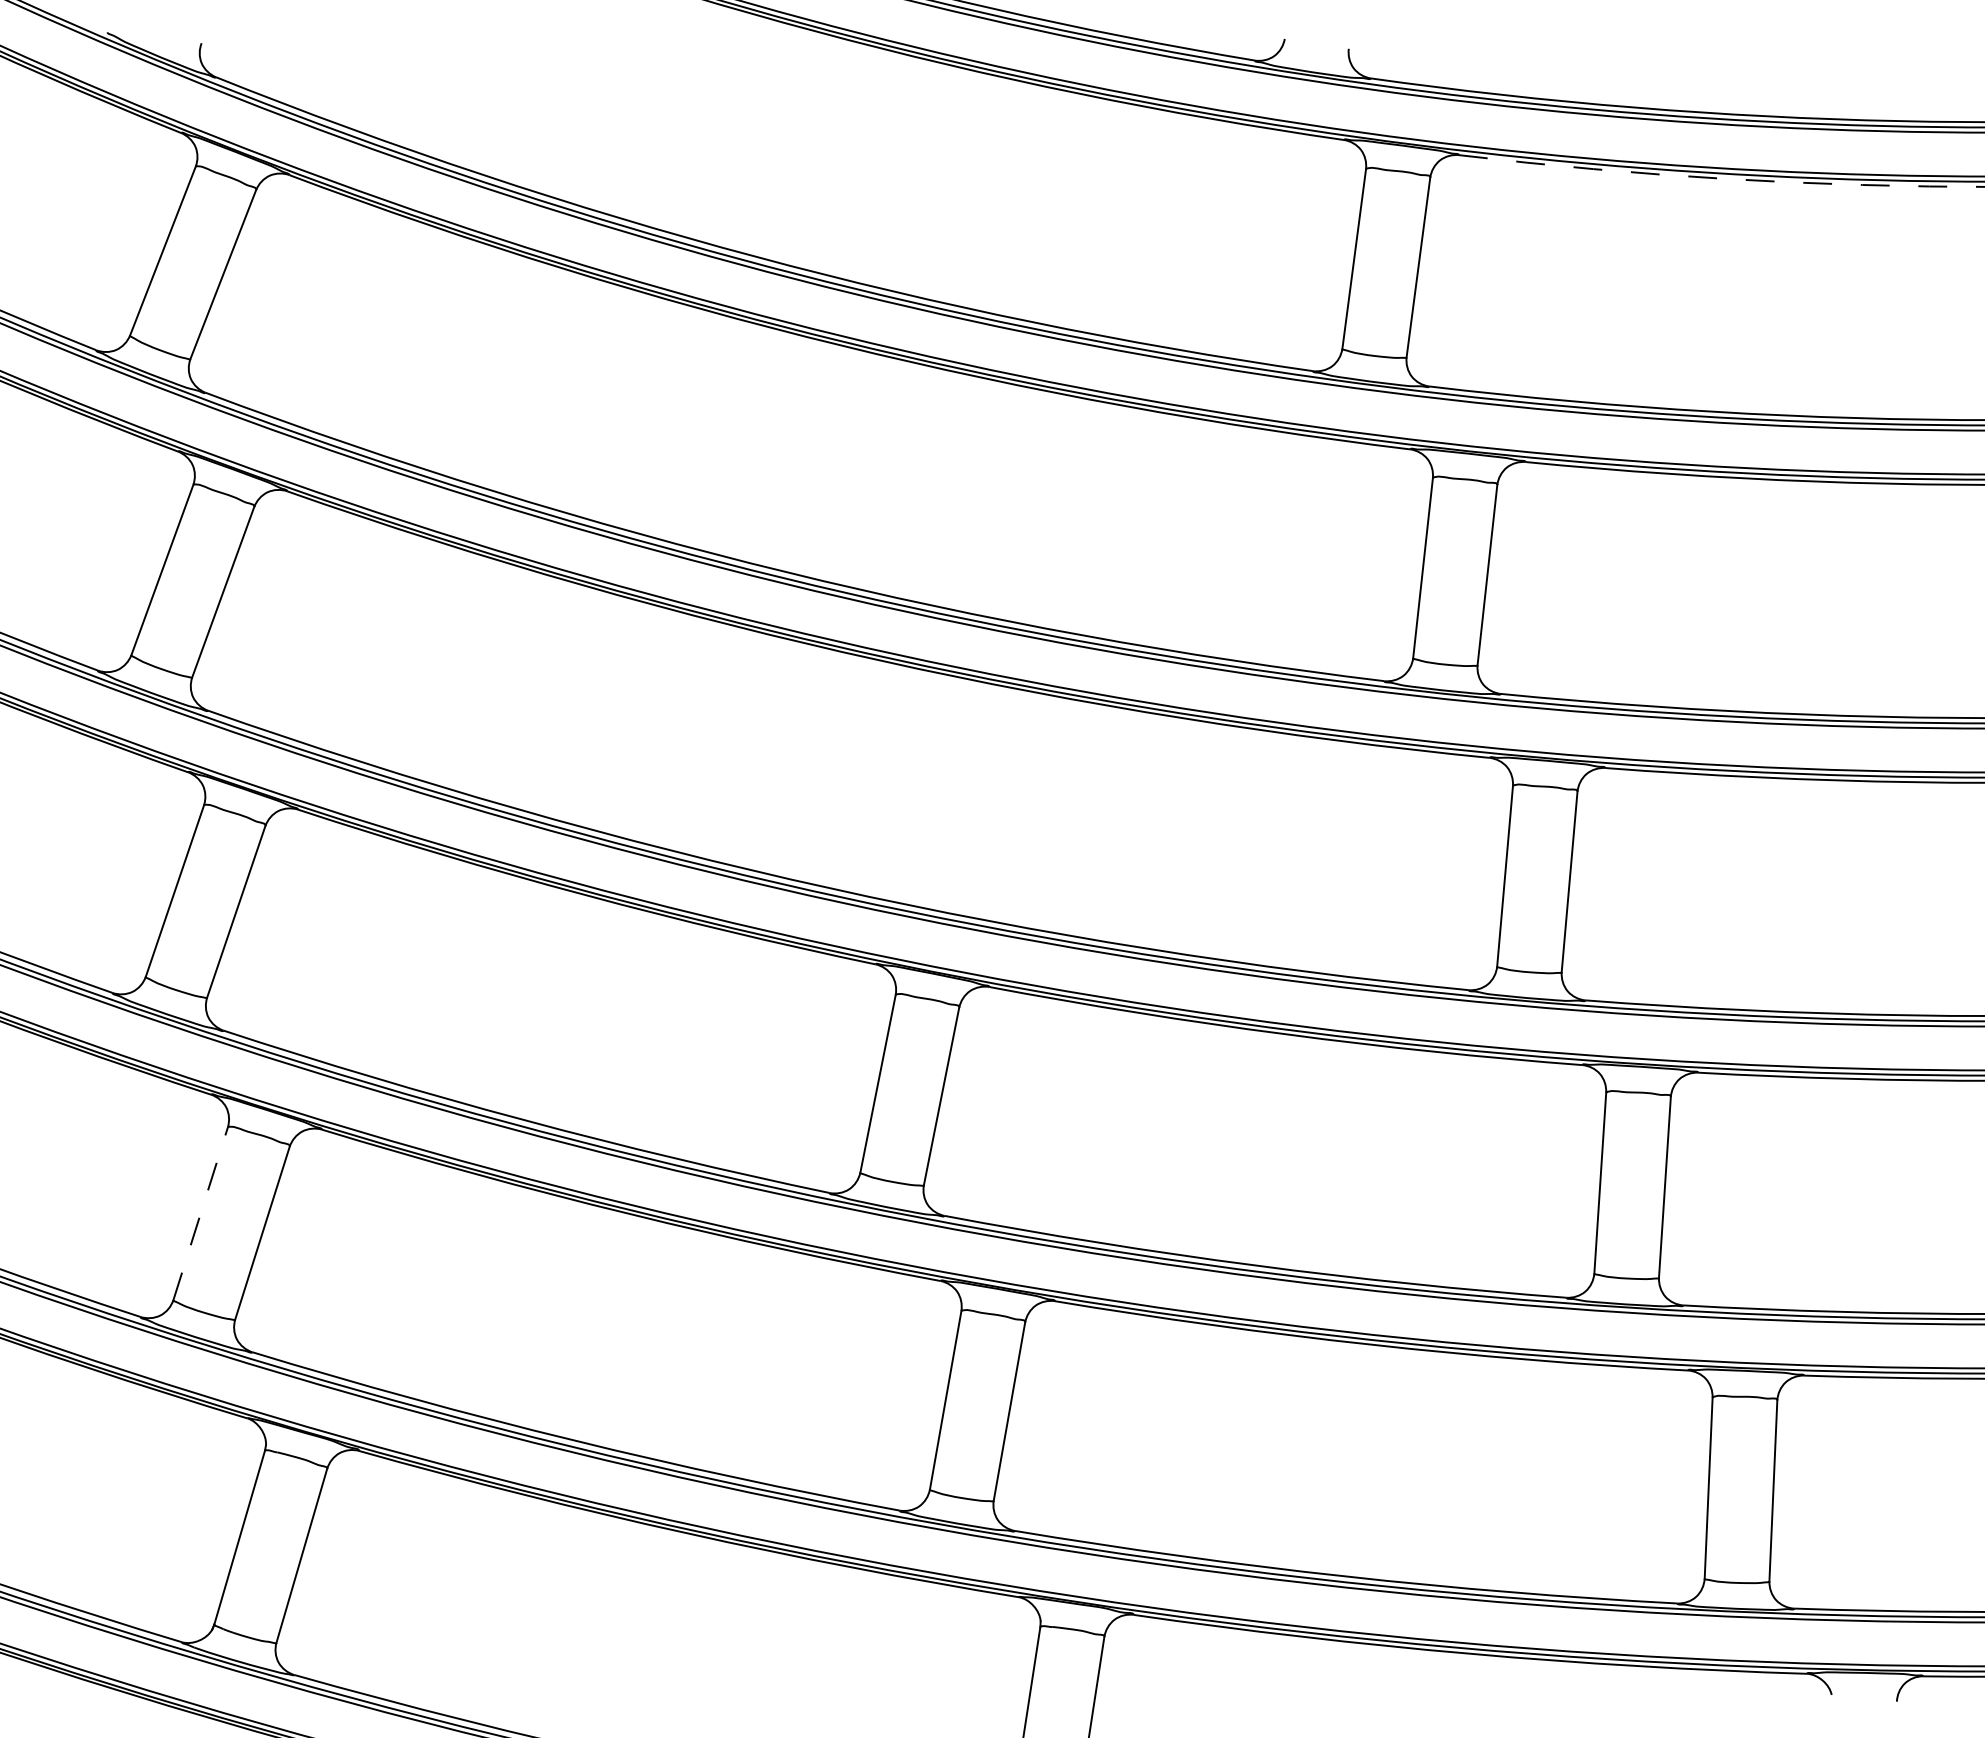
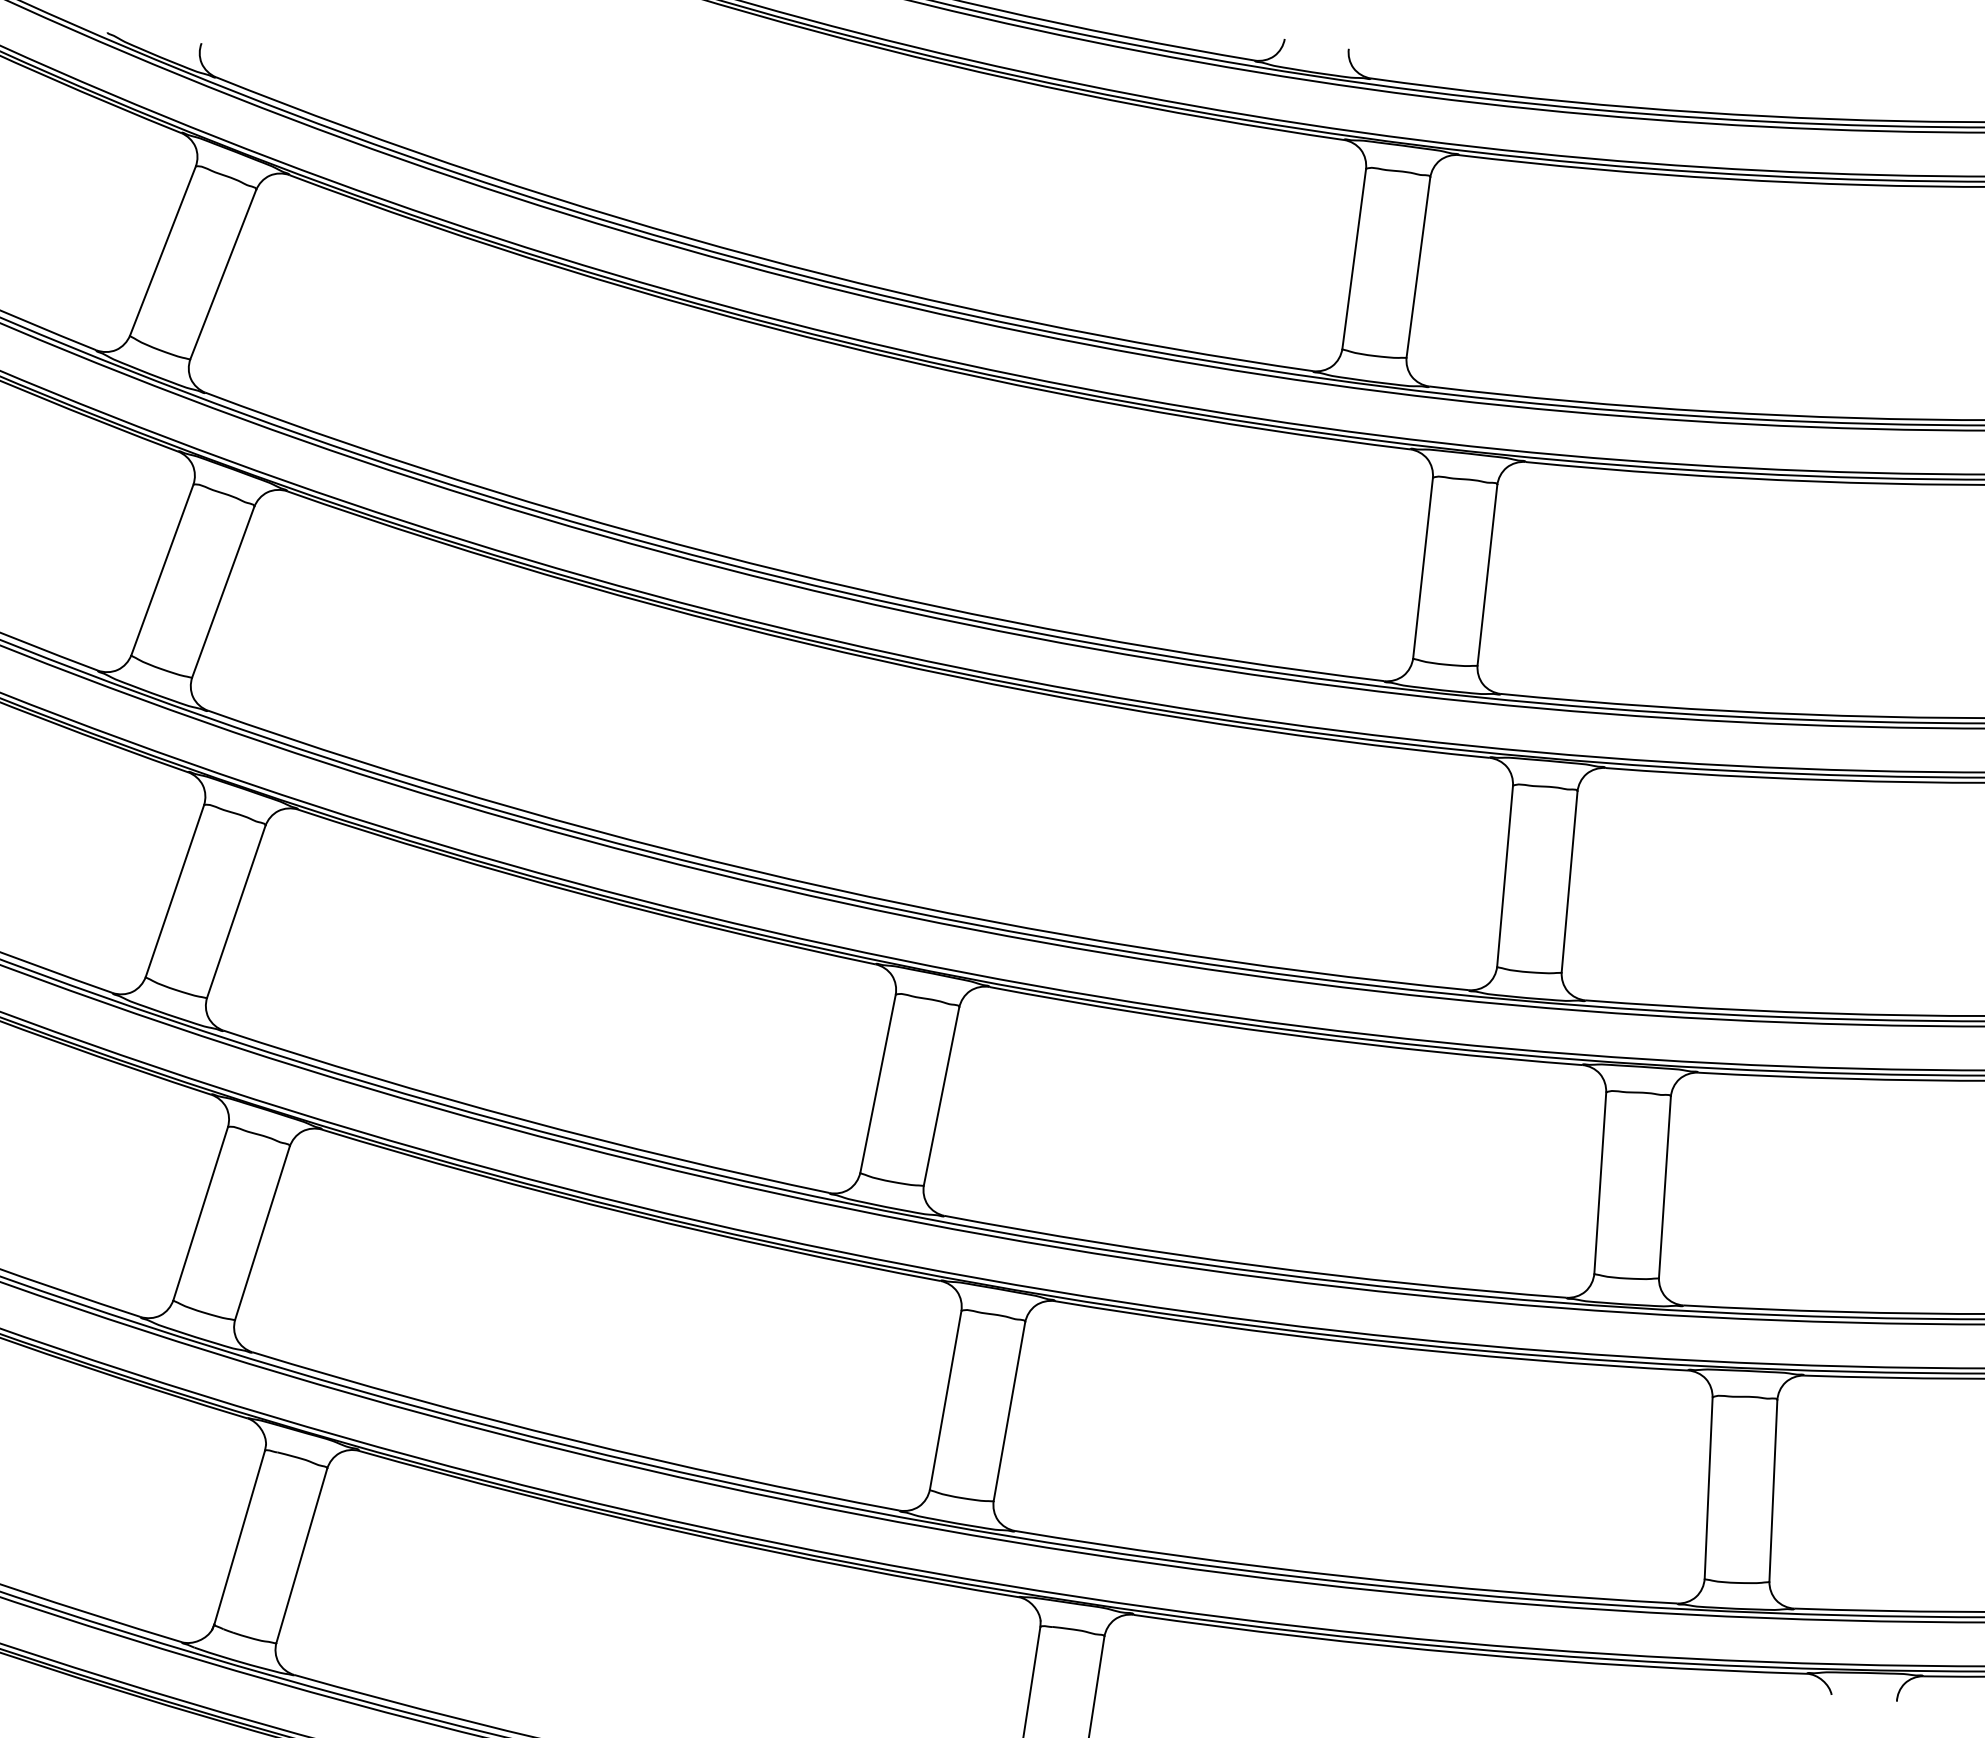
arc at (1721, 178): dashed -> solid
line at (200, 1213): dashed -> solid
